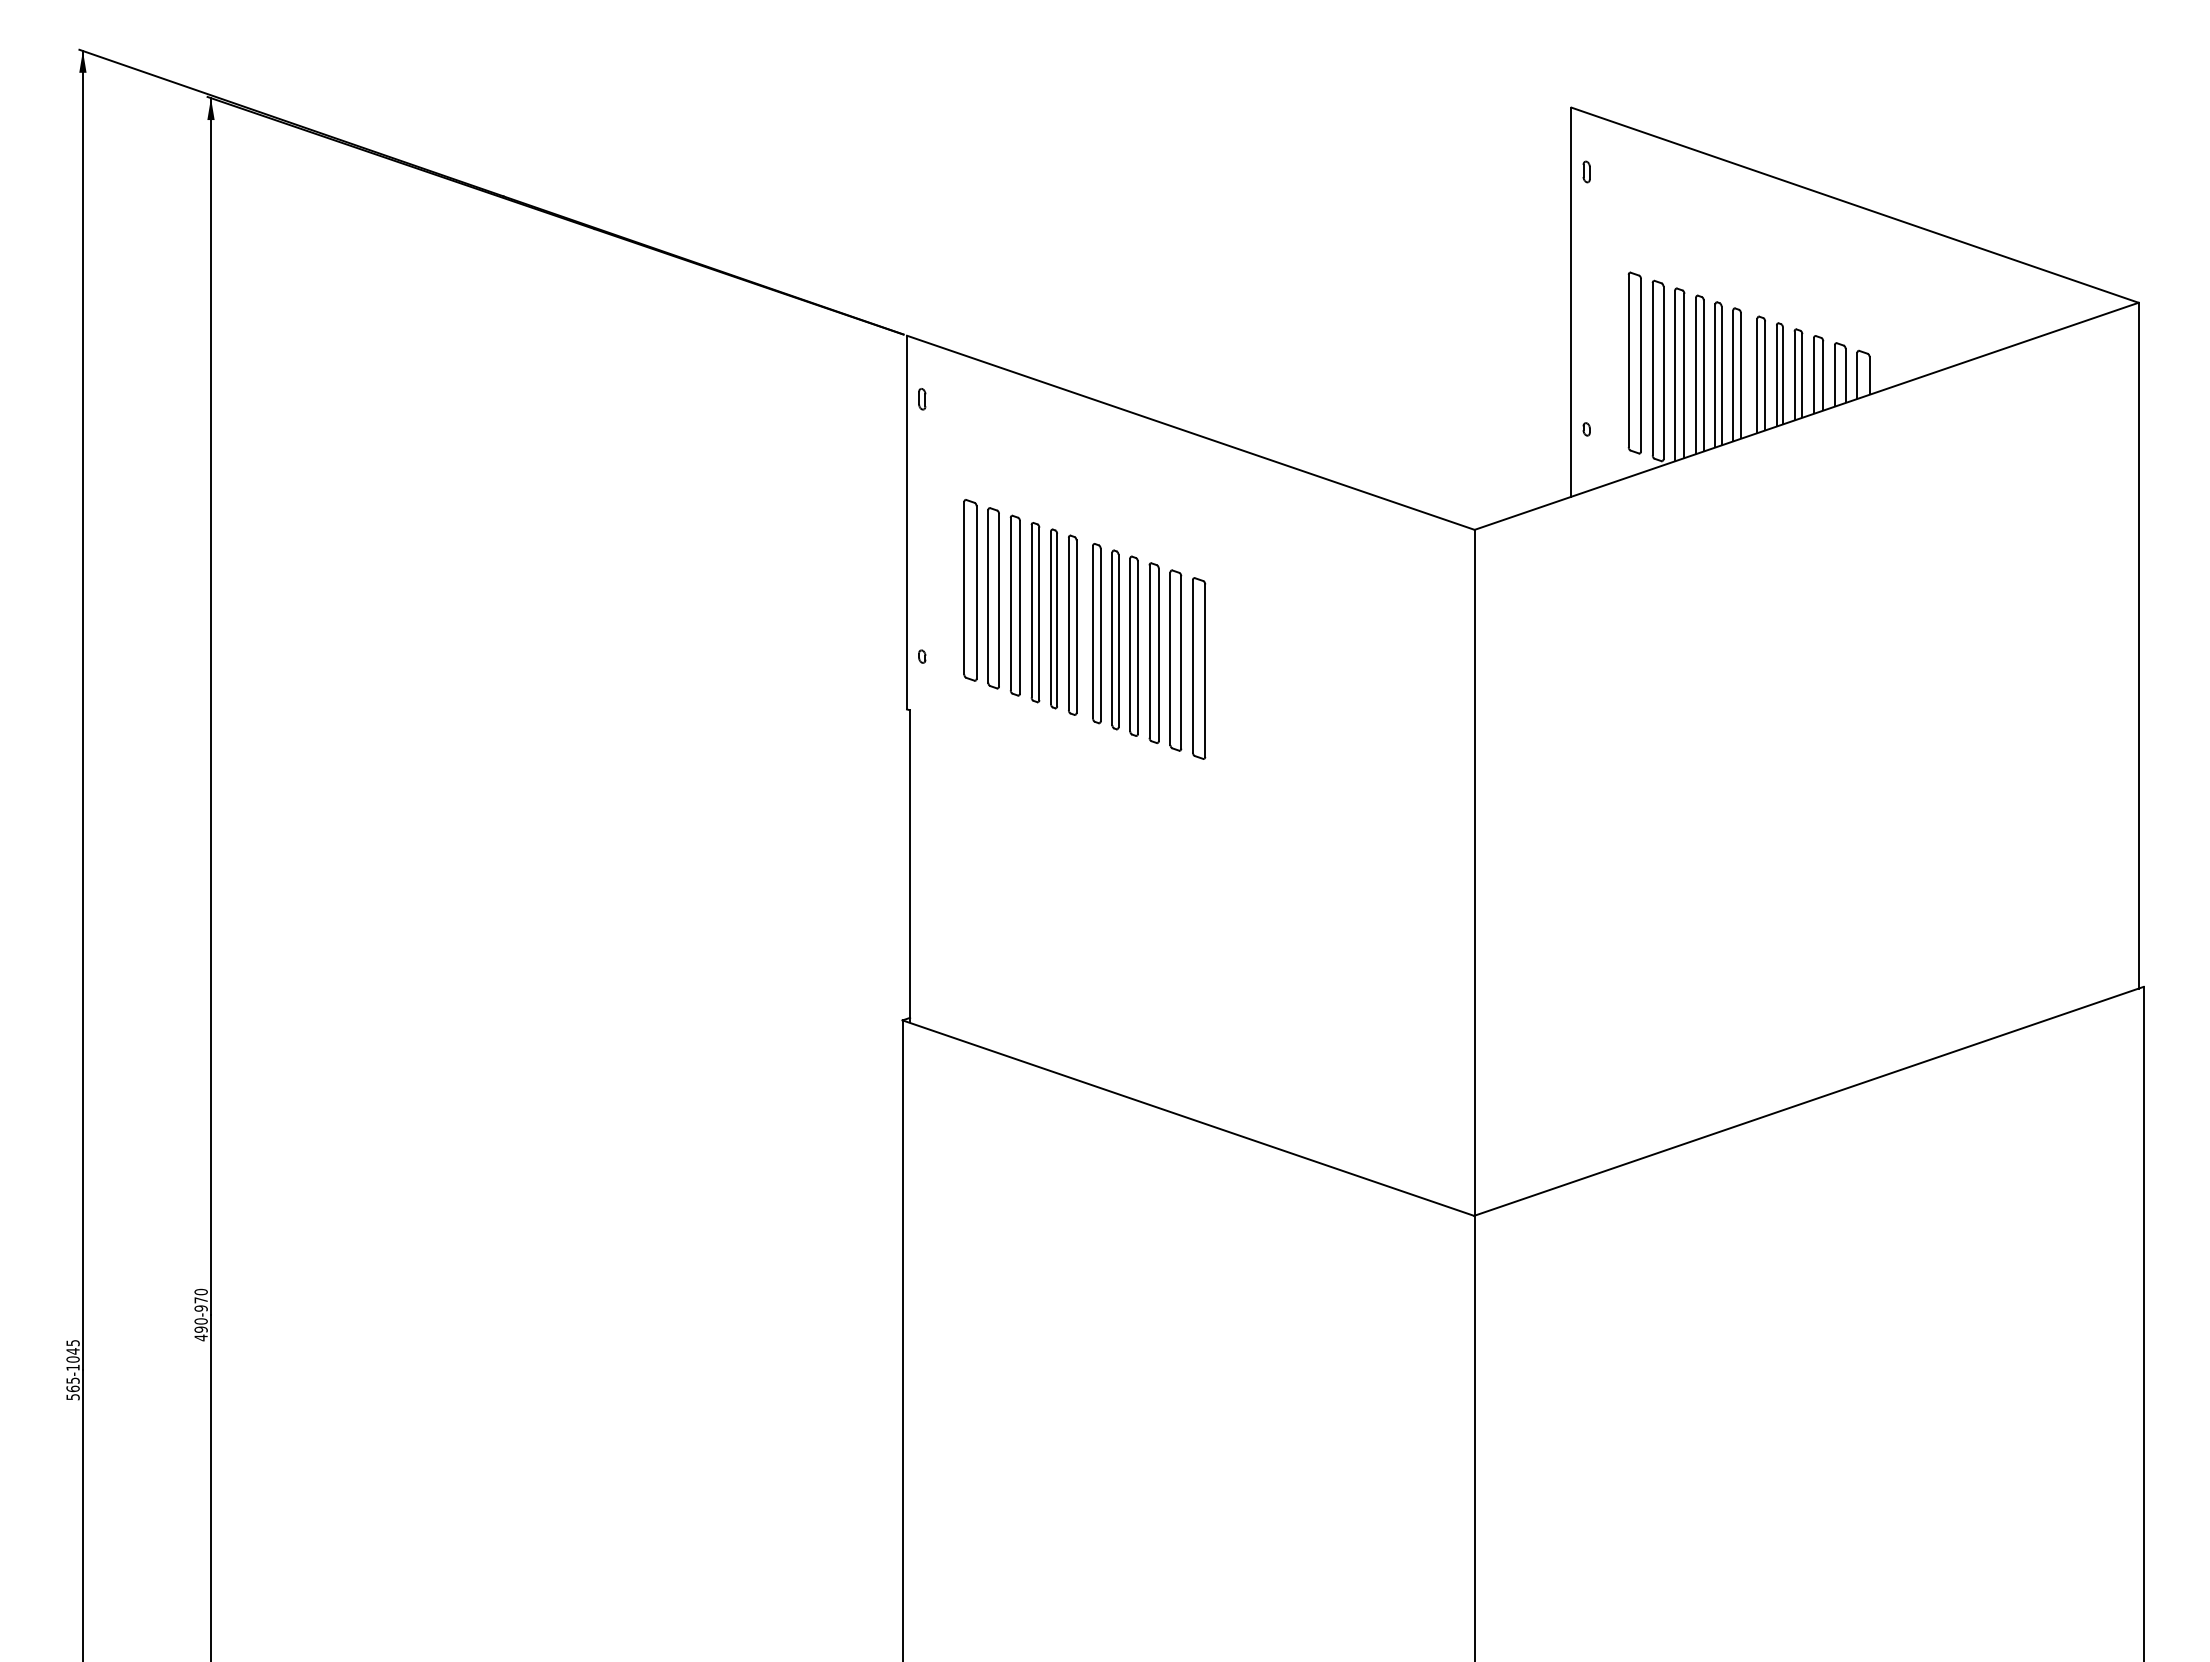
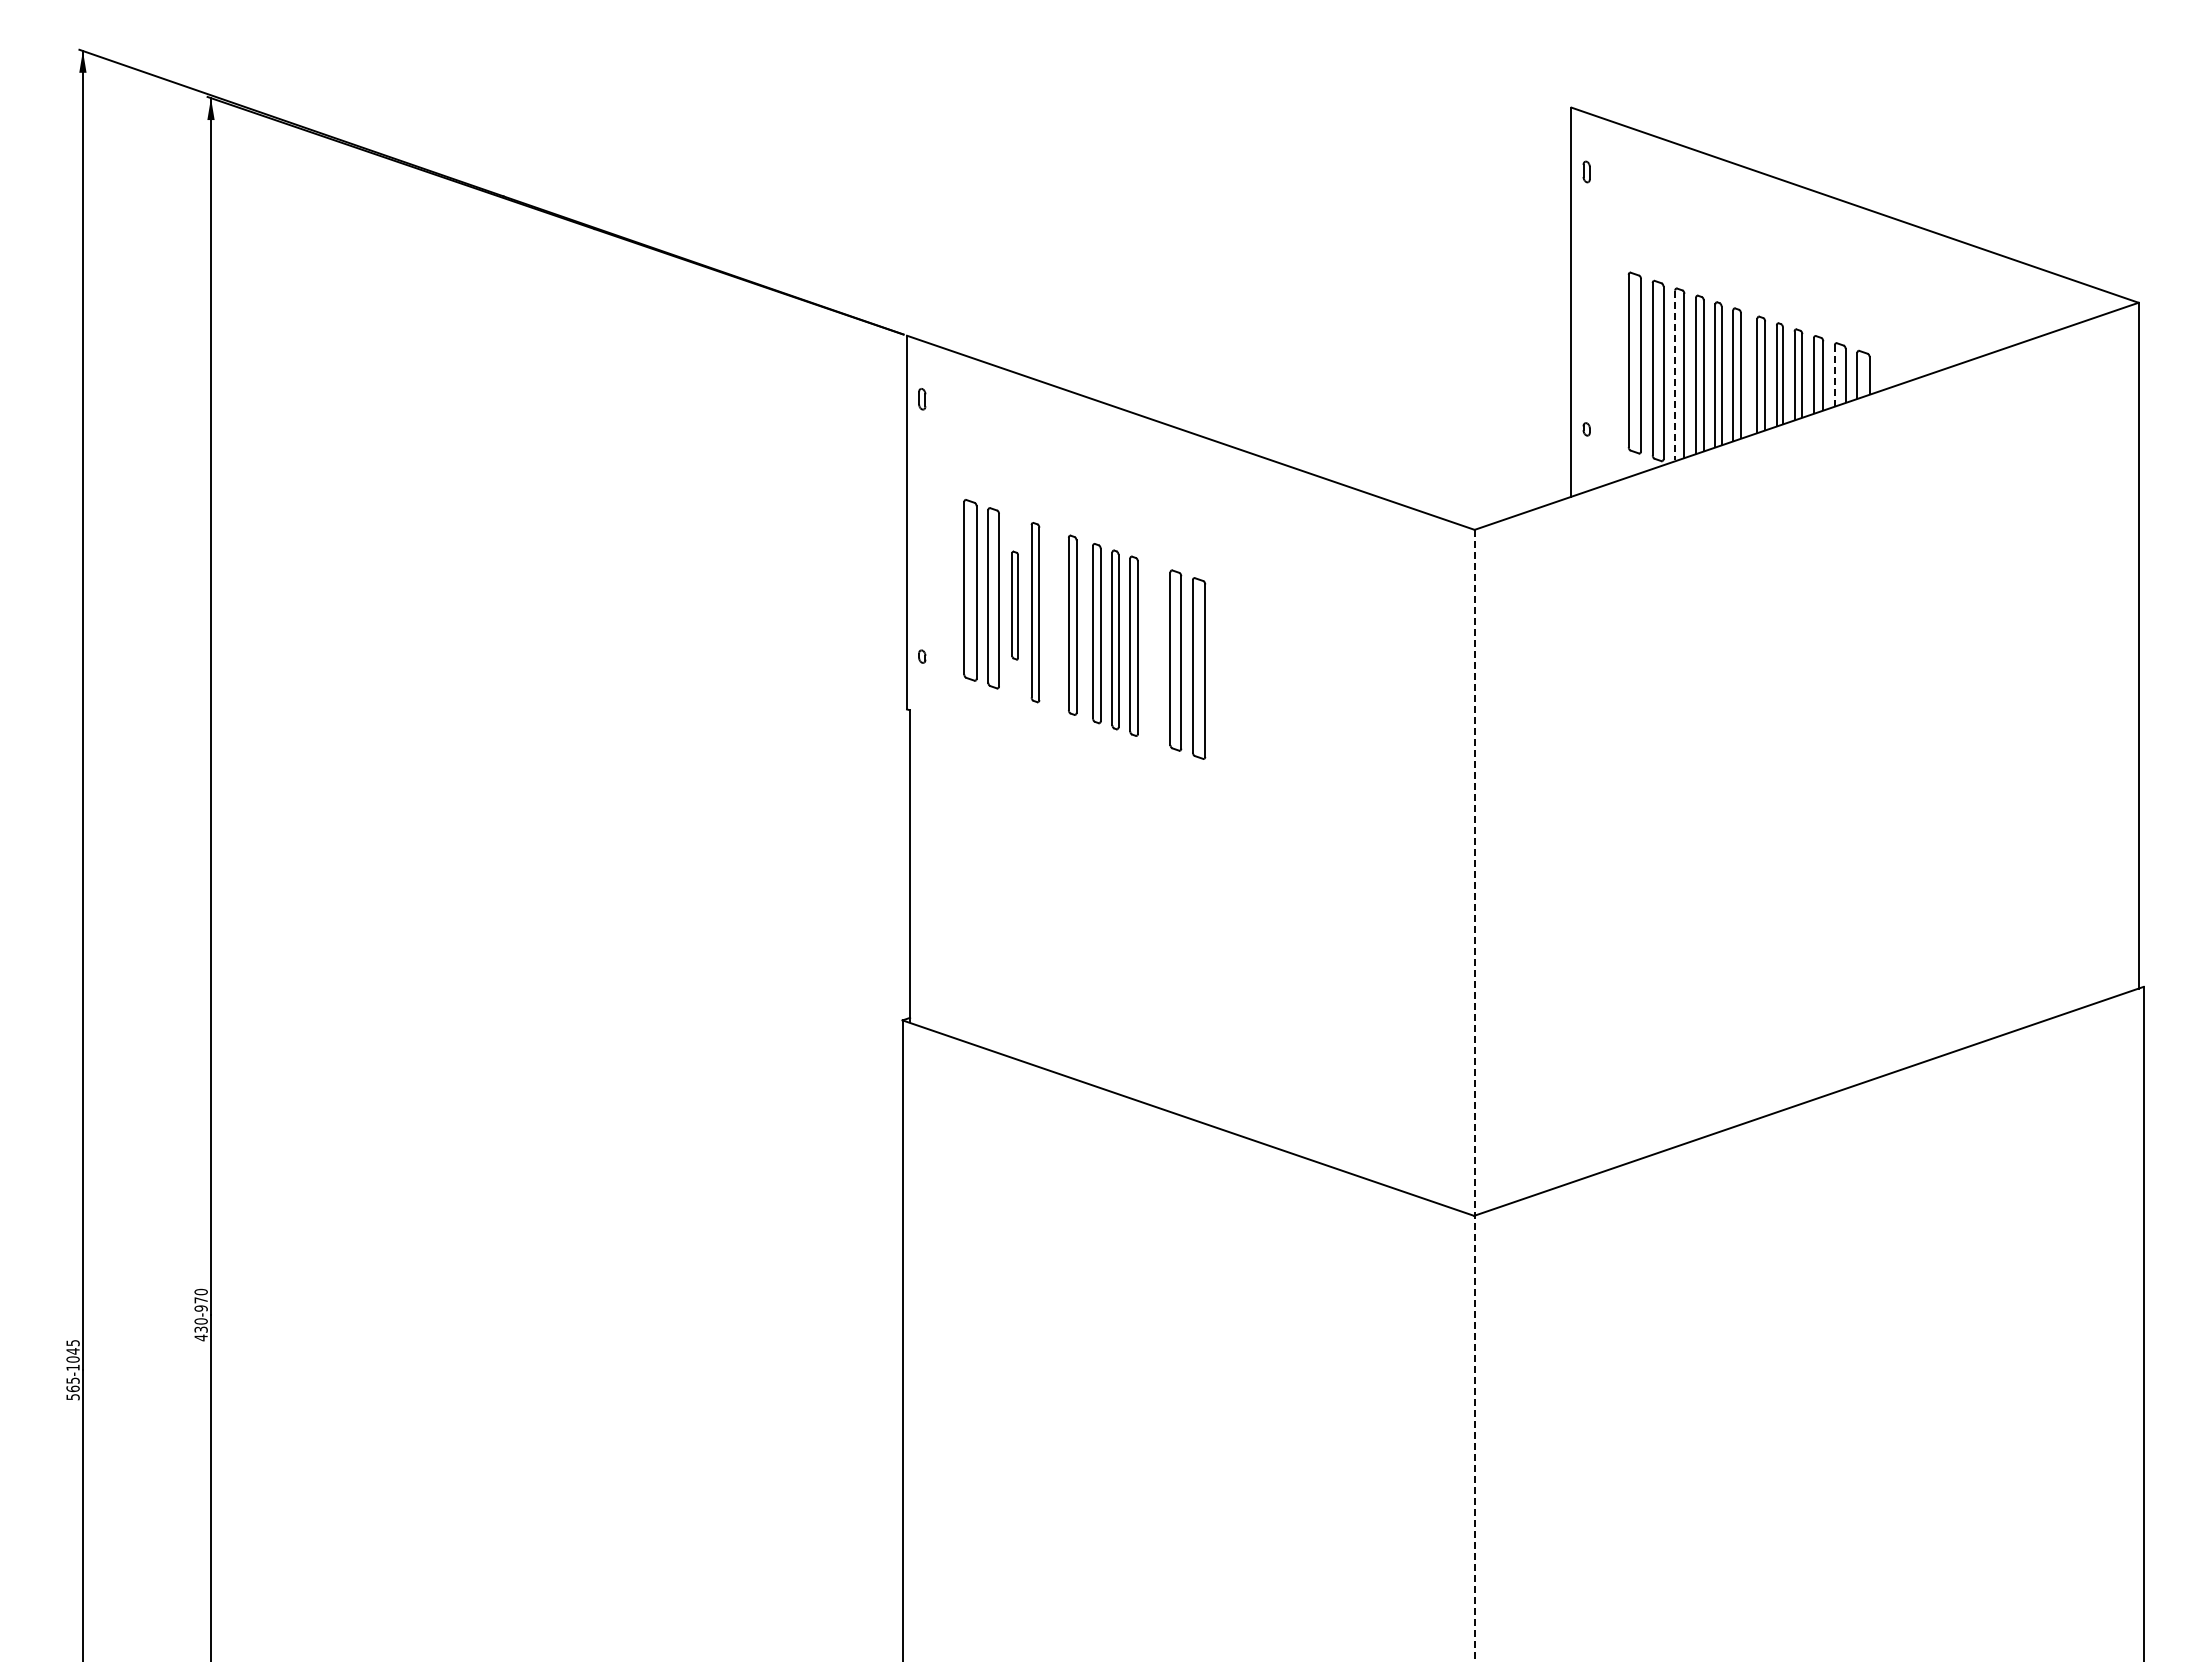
line at (1675, 375): solid -> dashed
line at (1834, 376): solid -> dashed
part at (1014, 605) size: 12x183 px -> 8x111 px
part at (1053, 618): present -> none
part at (1153, 653): present -> none
line at (1474, 1095): solid -> dashed
text at (200, 1329): 490-970 -> 430-970
